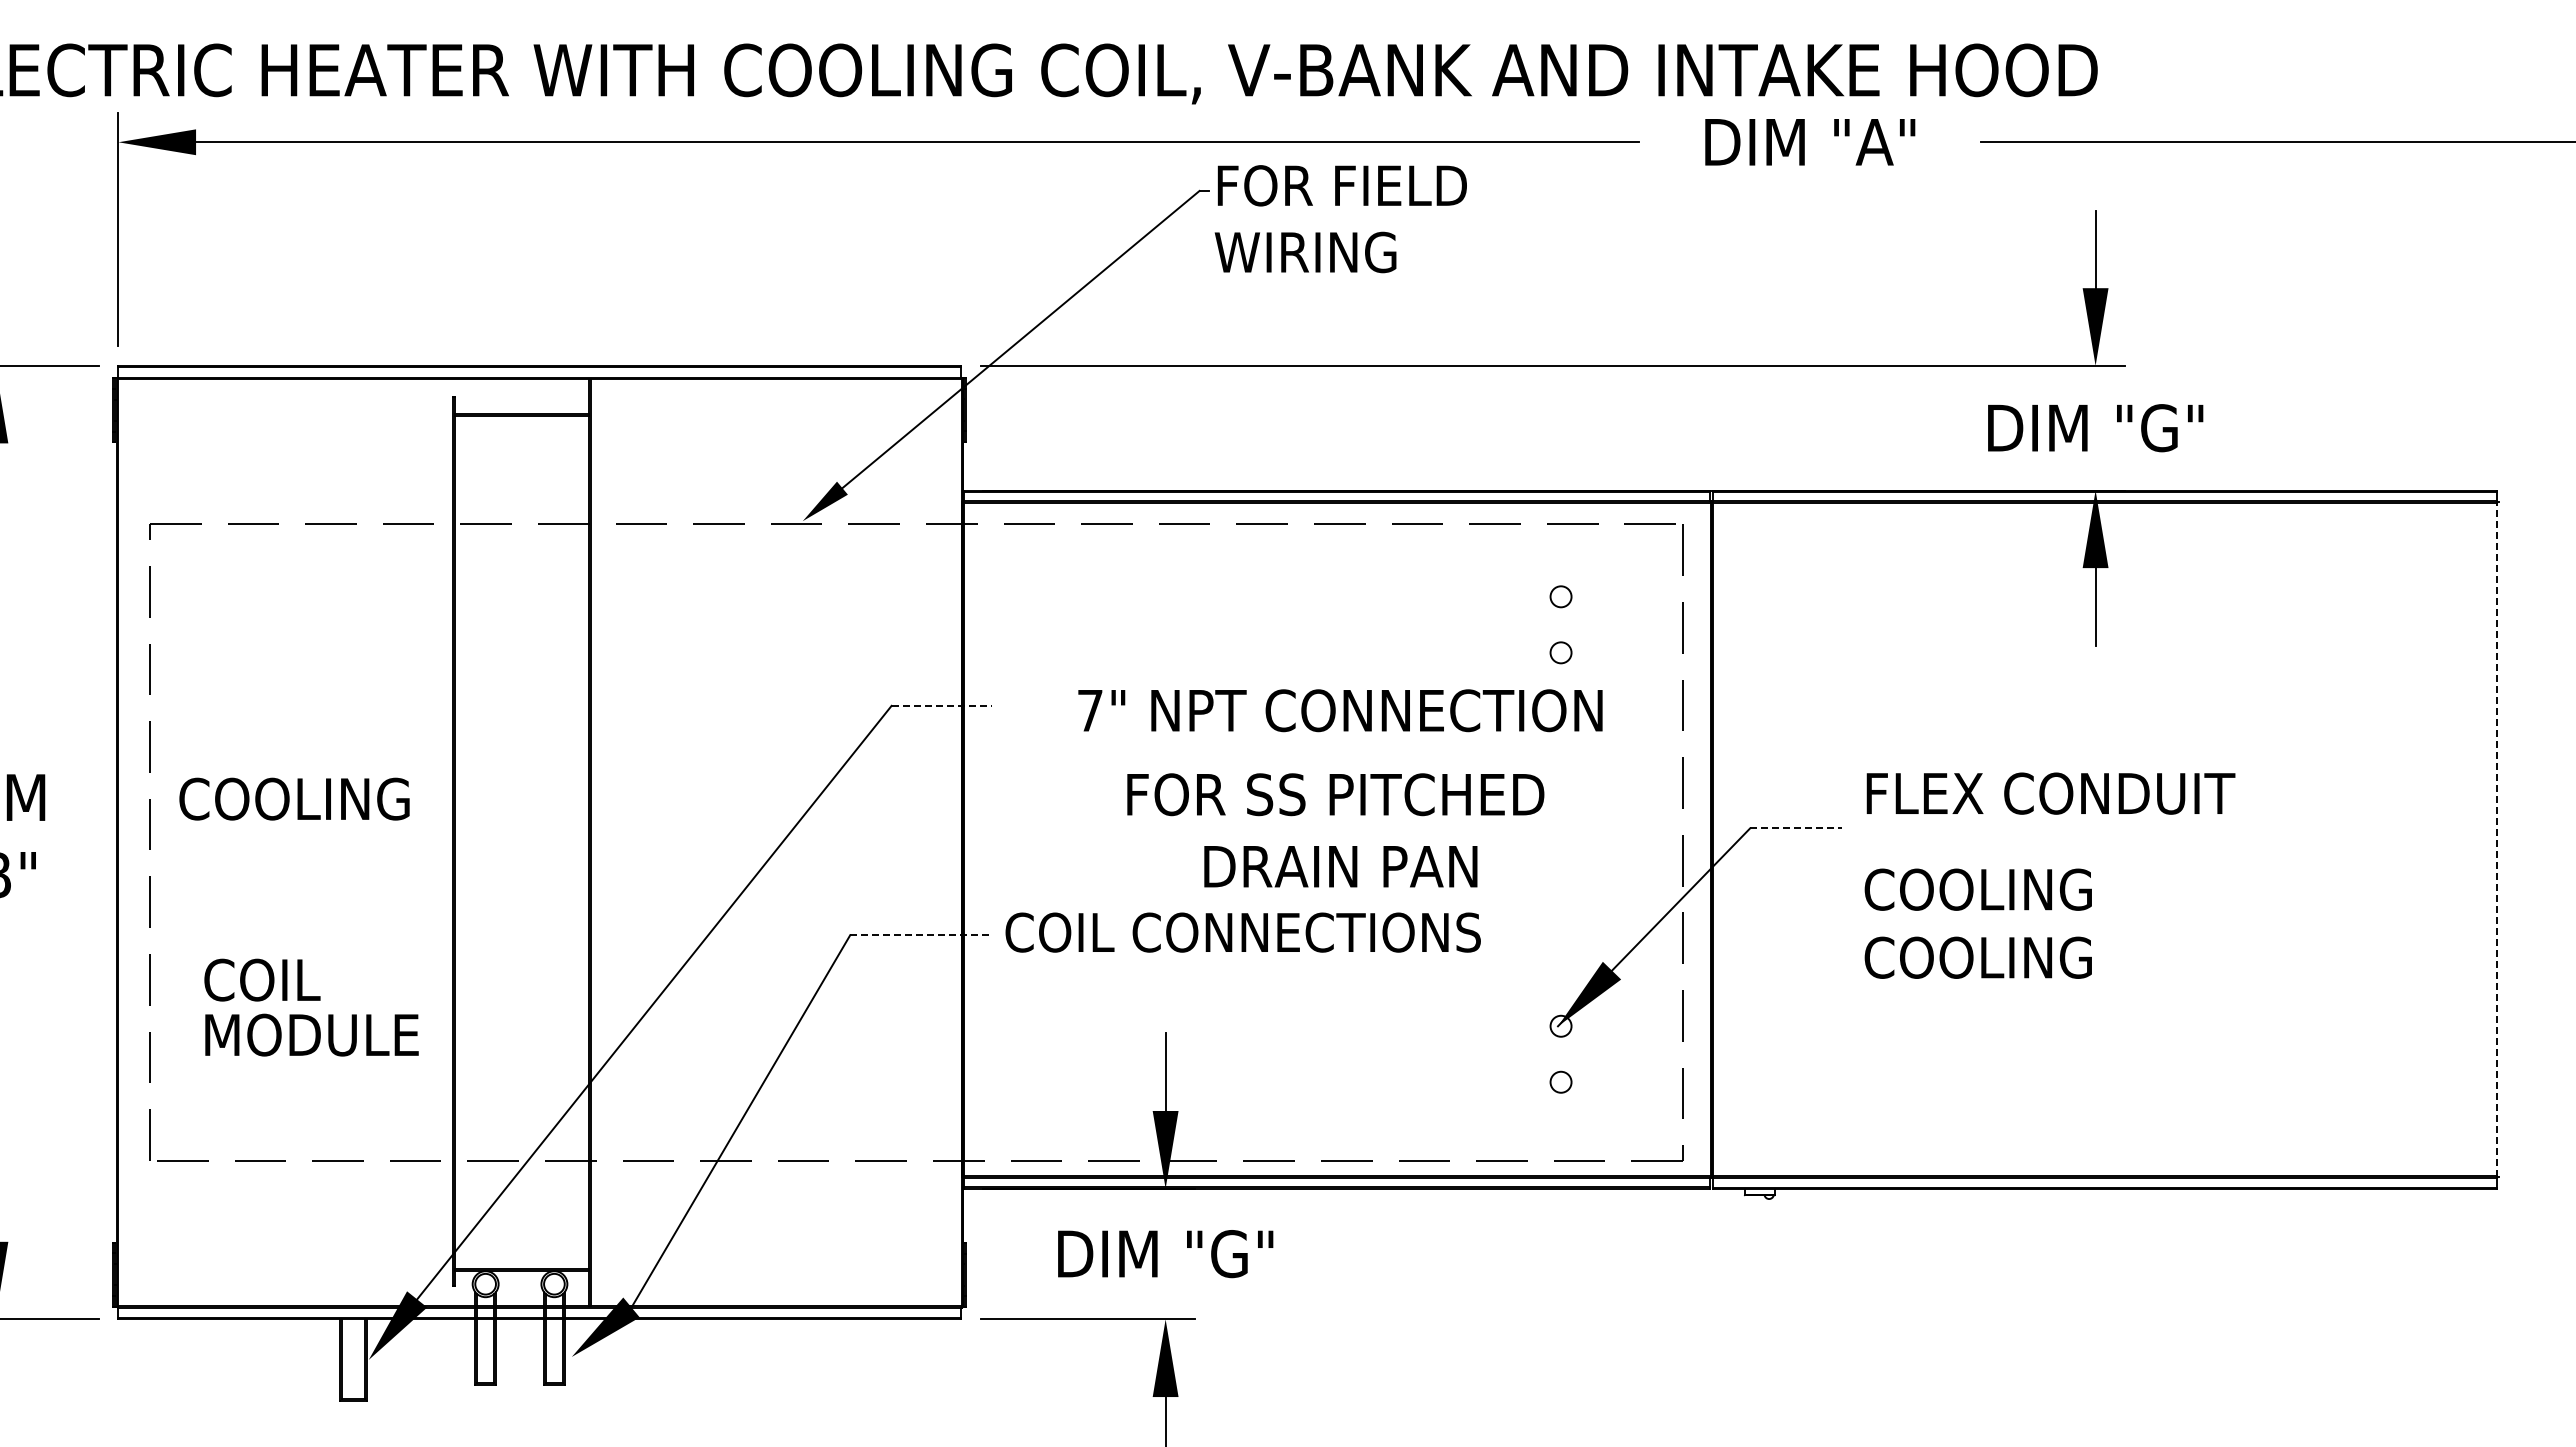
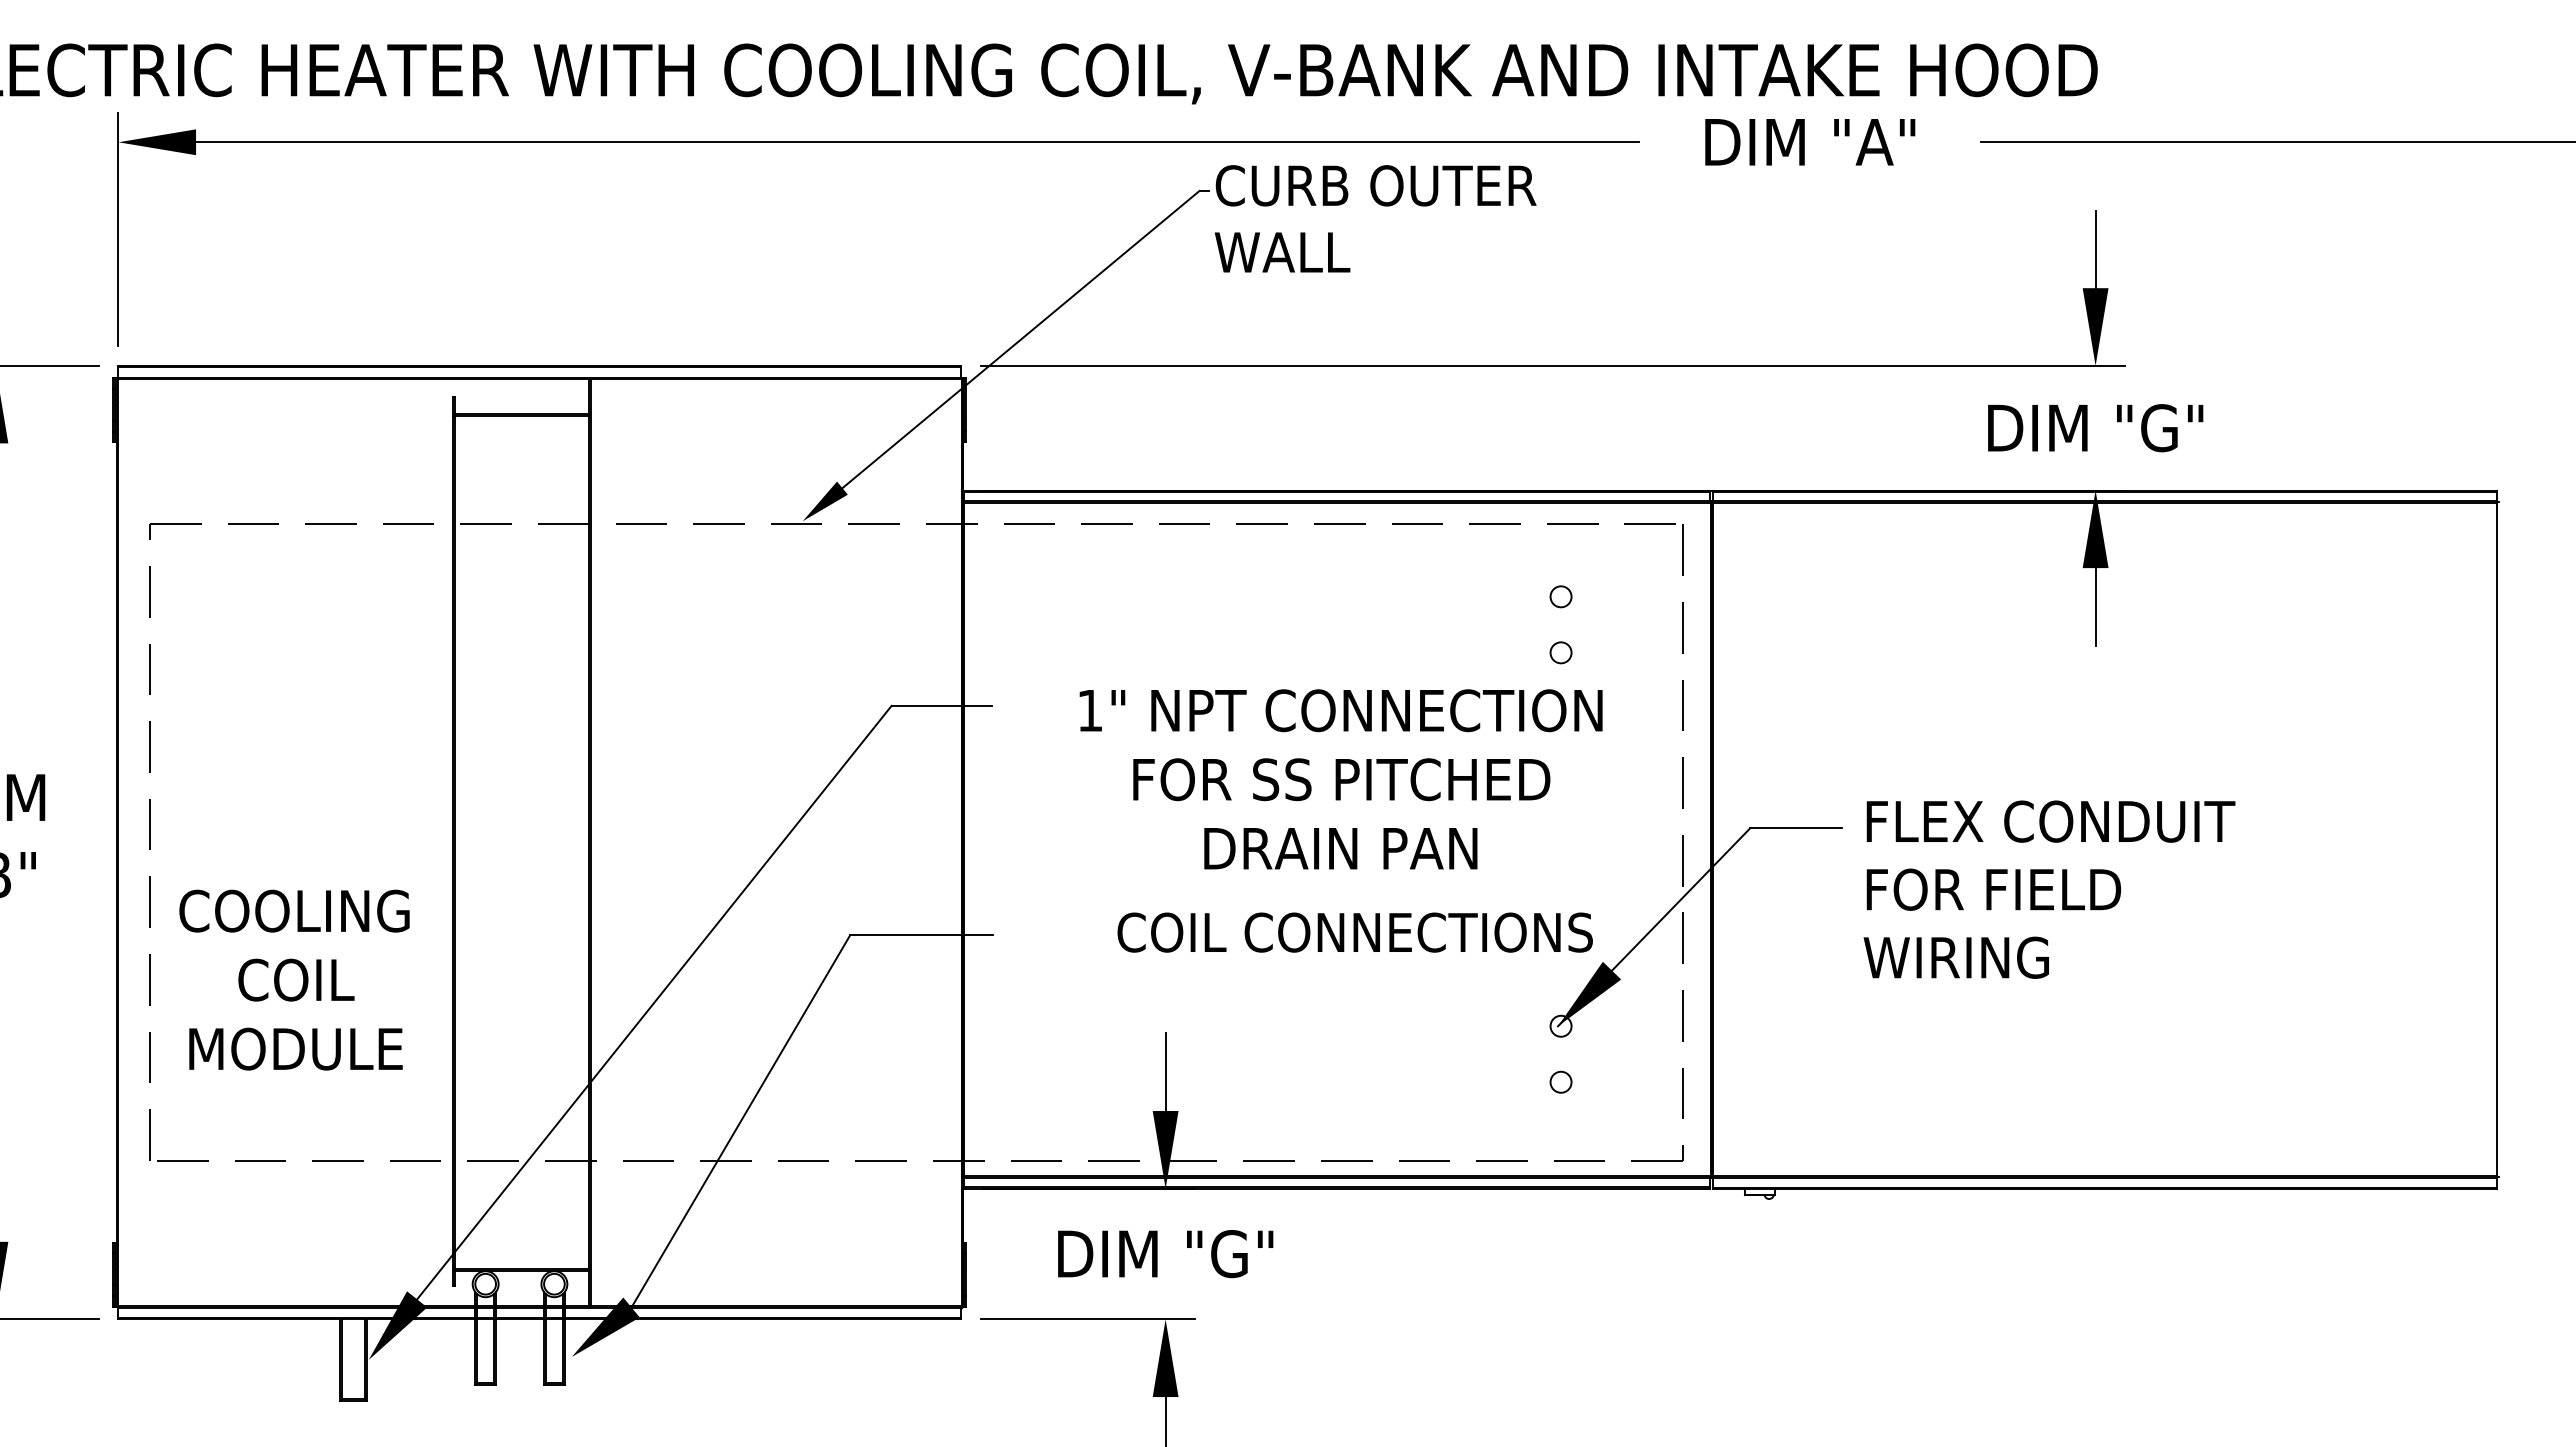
text at (1375, 185): FOR FIELD -> CURB OUTER
text at (1329, 252): WIRING -> WALL
line at (942, 705): dashed -> solid
text at (1090, 710): 7" -> 1"
text at (2050, 793) position: (2050, 793) -> (2050, 821)
text at (1335, 794) position: (1335, 794) -> (1341, 779)
text at (294, 798) position: (294, 798) -> (294, 910)
line at (1796, 828): dashed -> solid
line at (2497, 839): dashed -> solid
text at (1340, 866) position: (1340, 866) -> (1340, 848)
text at (1992, 889): COOLING -> FOR FIELD
text at (1242, 932) position: (1242, 932) -> (1354, 932)
line at (921, 935): dashed -> solid
text at (1977, 957): COOLING -> WIRING
text at (262, 979) position: (262, 979) -> (296, 979)
text at (311, 1034) position: (311, 1034) -> (295, 1048)
